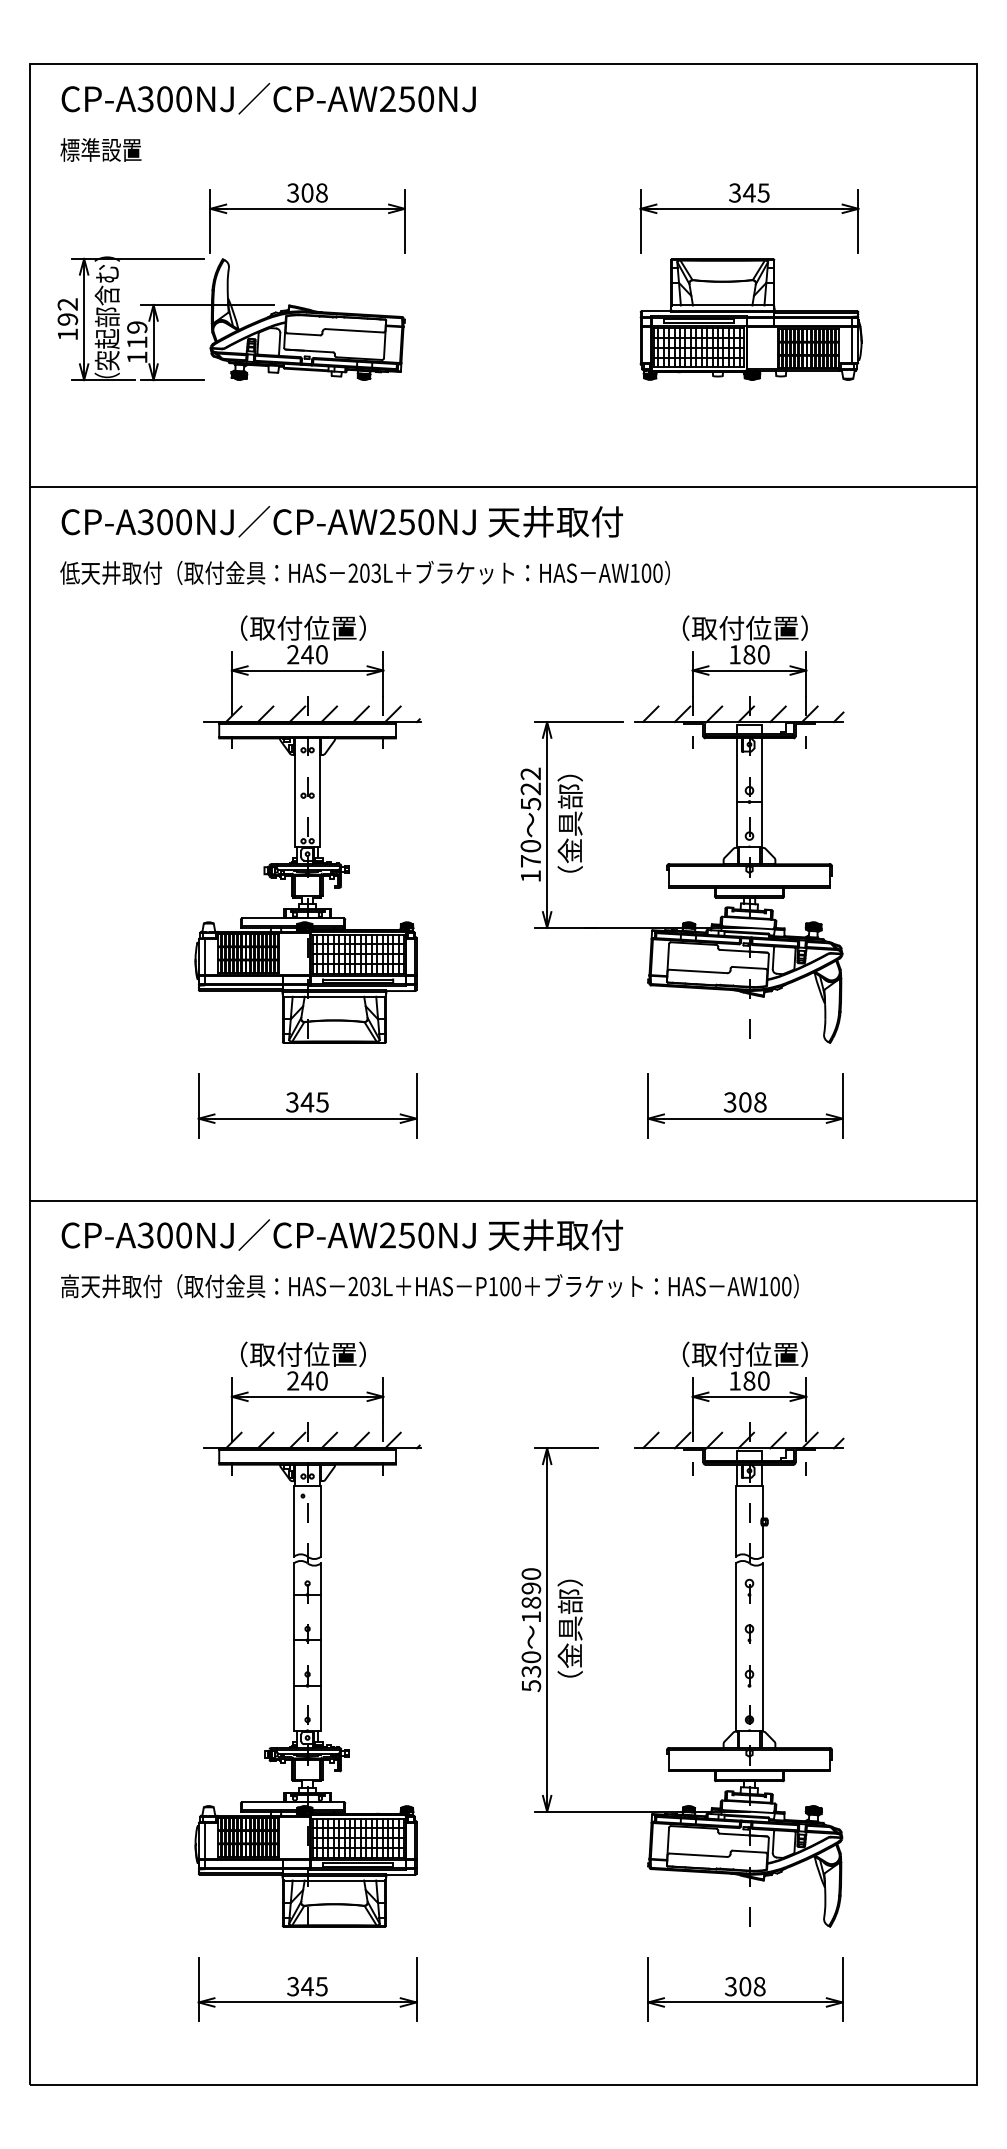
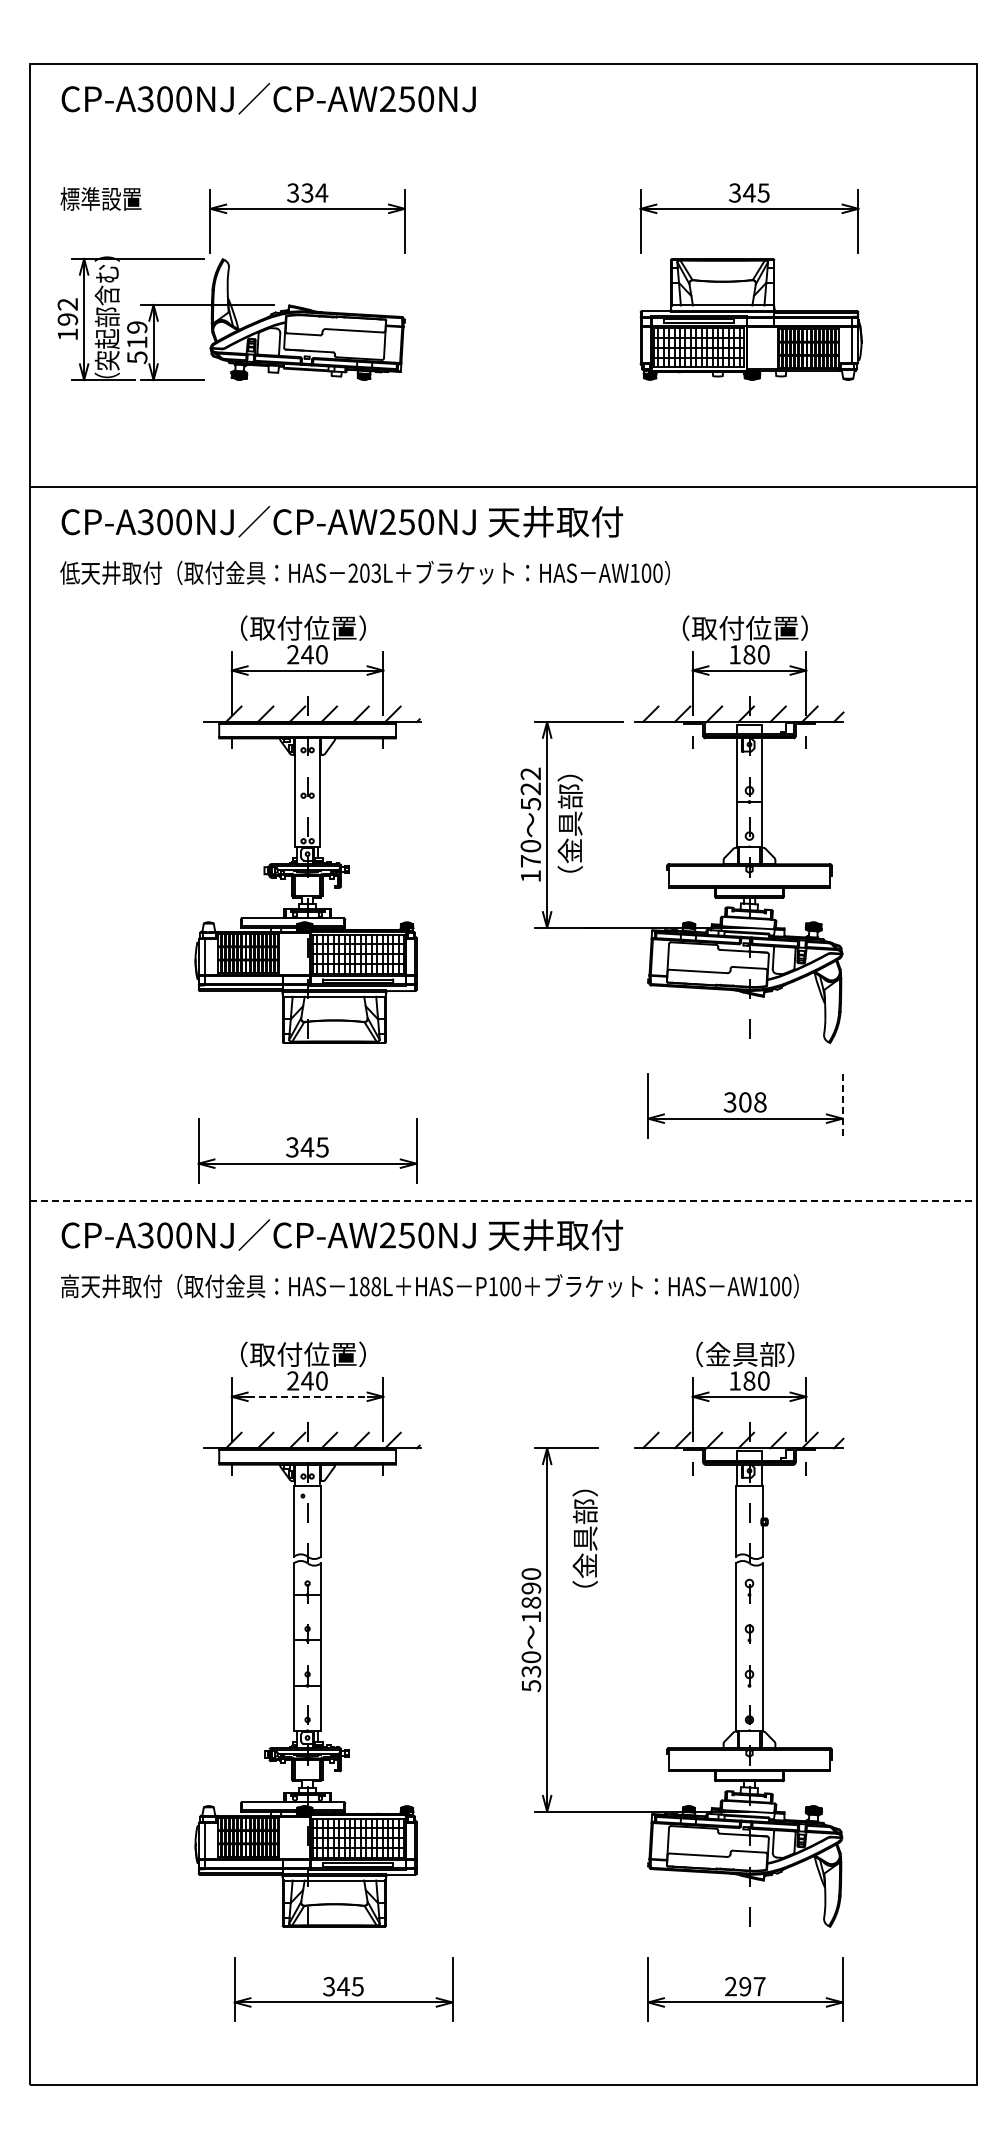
text at (100, 149) position: (100, 149) -> (100, 198)
text at (314, 192): 308 -> 334
text at (137, 357): 119 -> 519
part at (307, 1105) position: (307, 1105) -> (307, 1150)
line at (842, 1106): solid -> dashed
line at (503, 1200): solid -> dashed
text at (364, 1286): 203L -> 188L
text at (744, 1354): （取付位置） -> （金具部）
line at (307, 1396): solid -> dashed
text at (569, 1628) position: (569, 1628) -> (584, 1538)
text at (744, 1986): 308 -> 297
part at (307, 1989) position: (307, 1989) -> (343, 1989)
